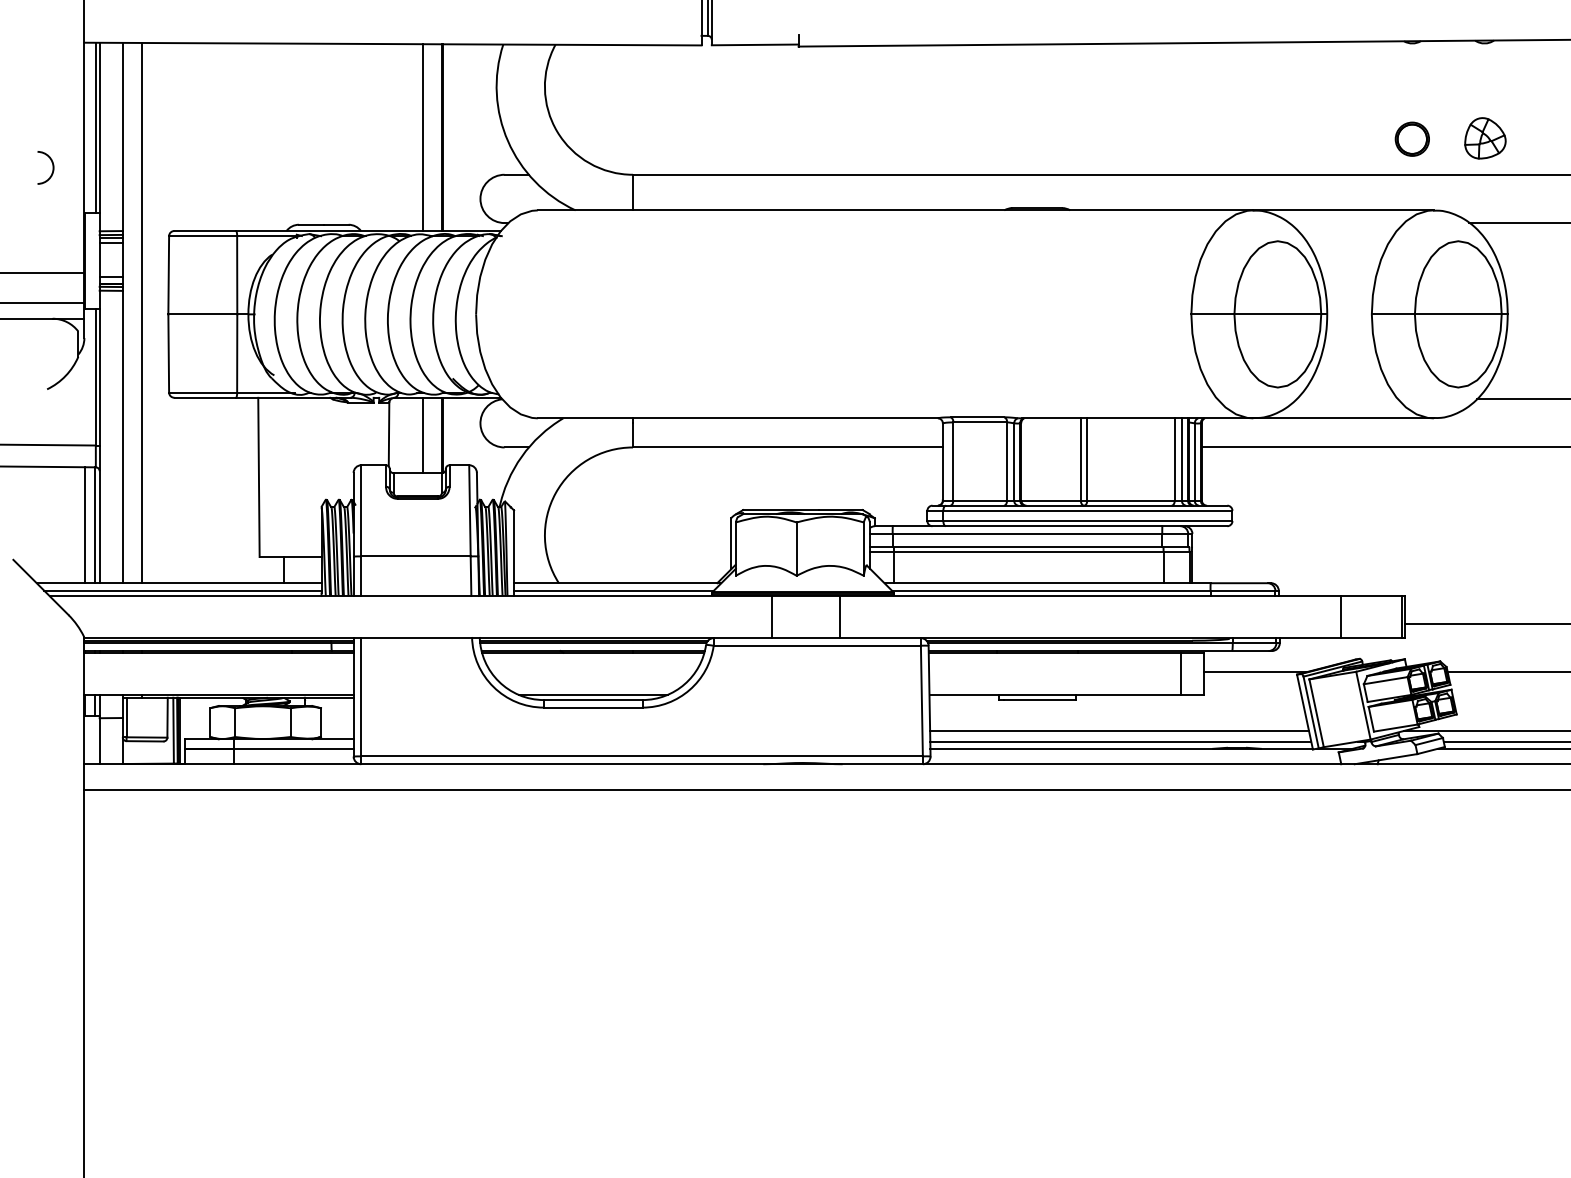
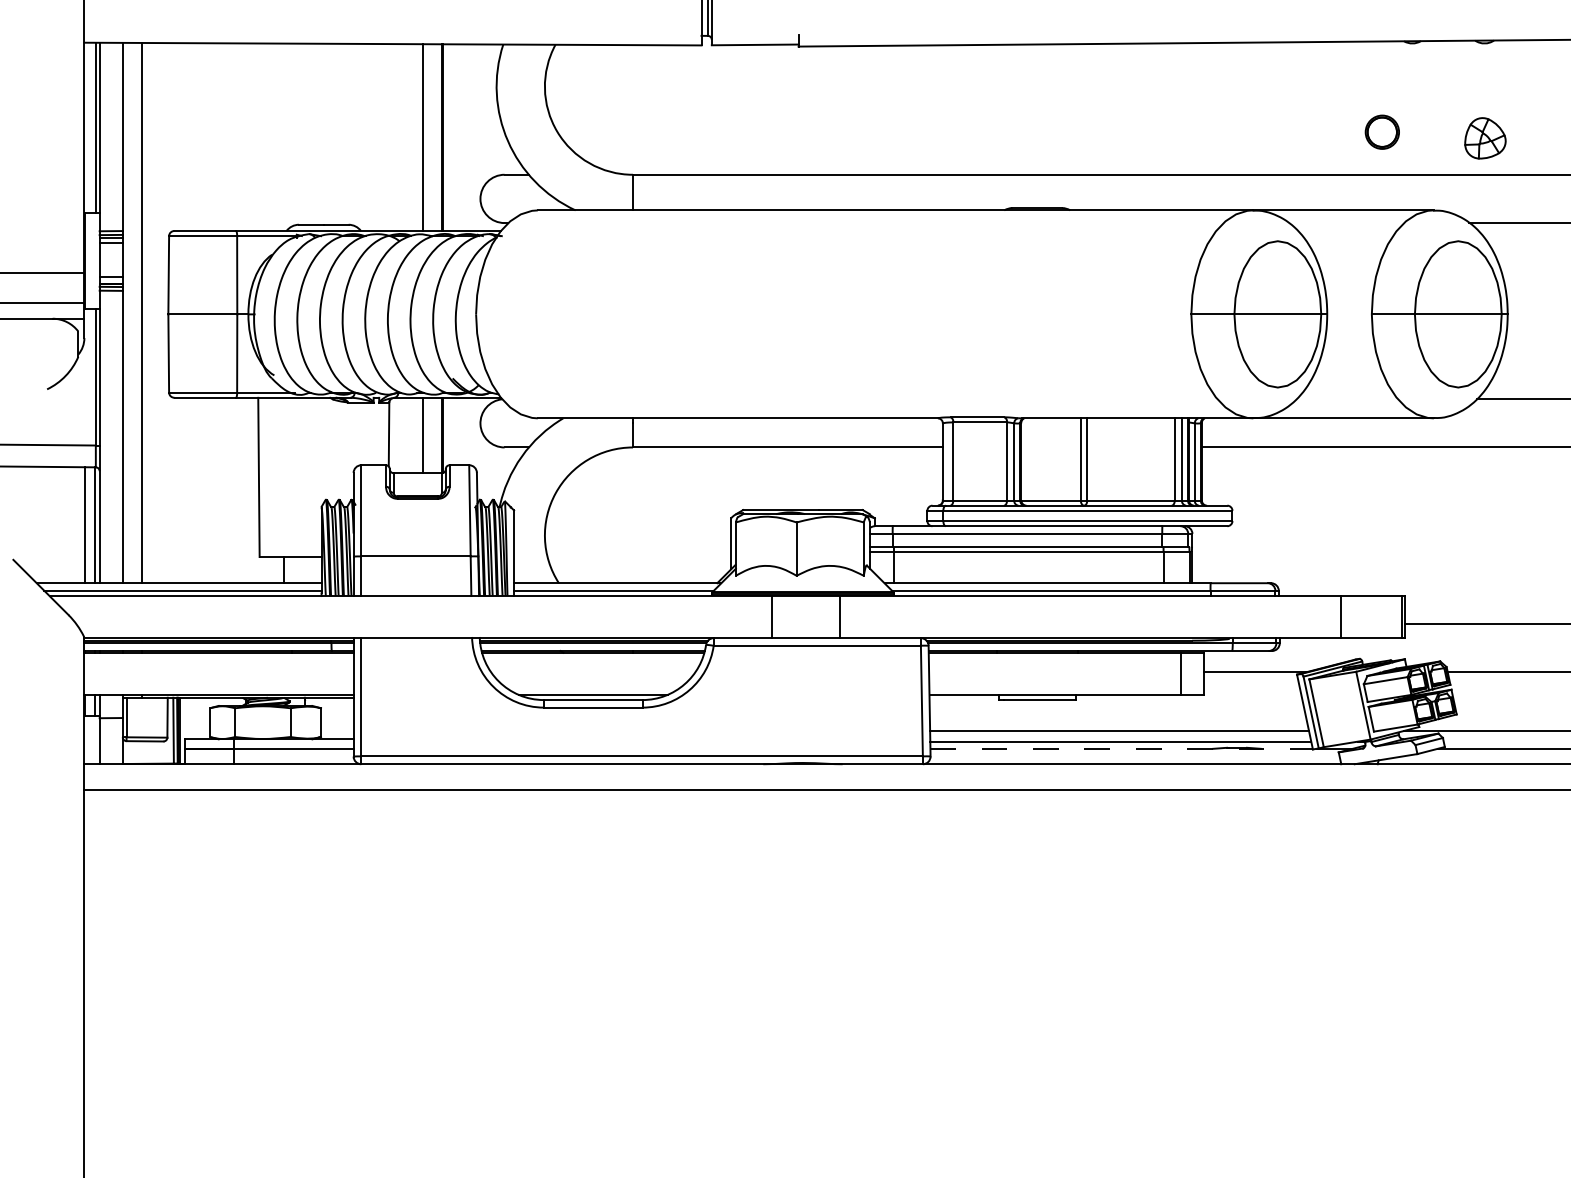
part at (1411, 138) position: (1411, 138) -> (1381, 131)
arc at (52, 167): present -> none
line at (1505, 741): present -> none
line at (1122, 748): solid -> dashed
